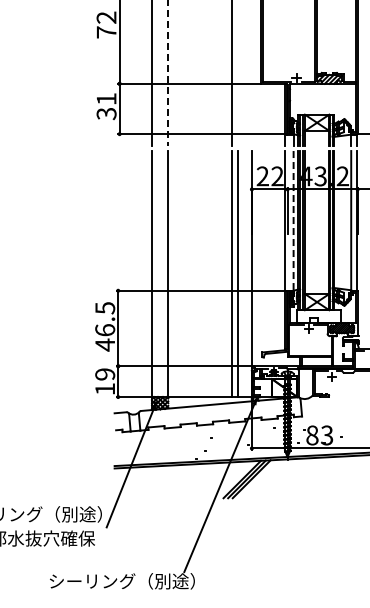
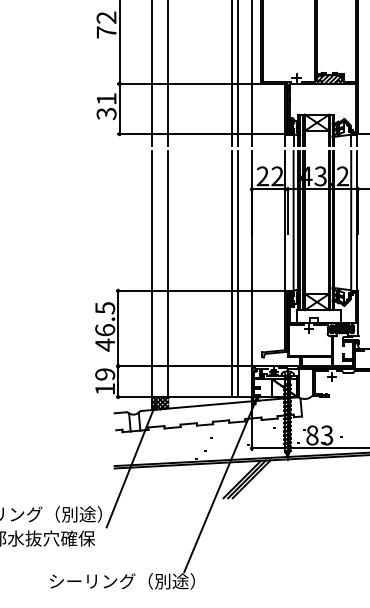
line at (168, 73): dashed -> solid
line at (238, 74): none -> present
line at (251, 74): none -> present
line at (293, 221): dashed -> solid
